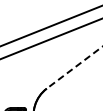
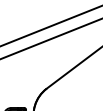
line at (74, 67): dashed -> solid
